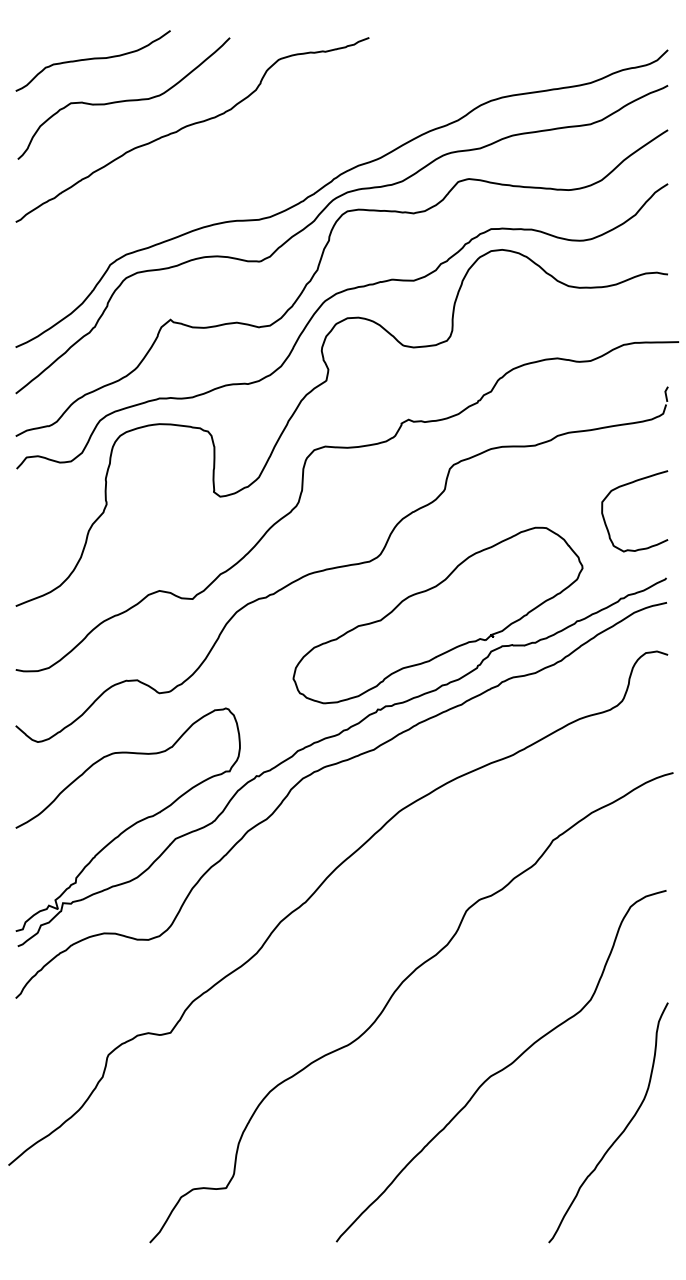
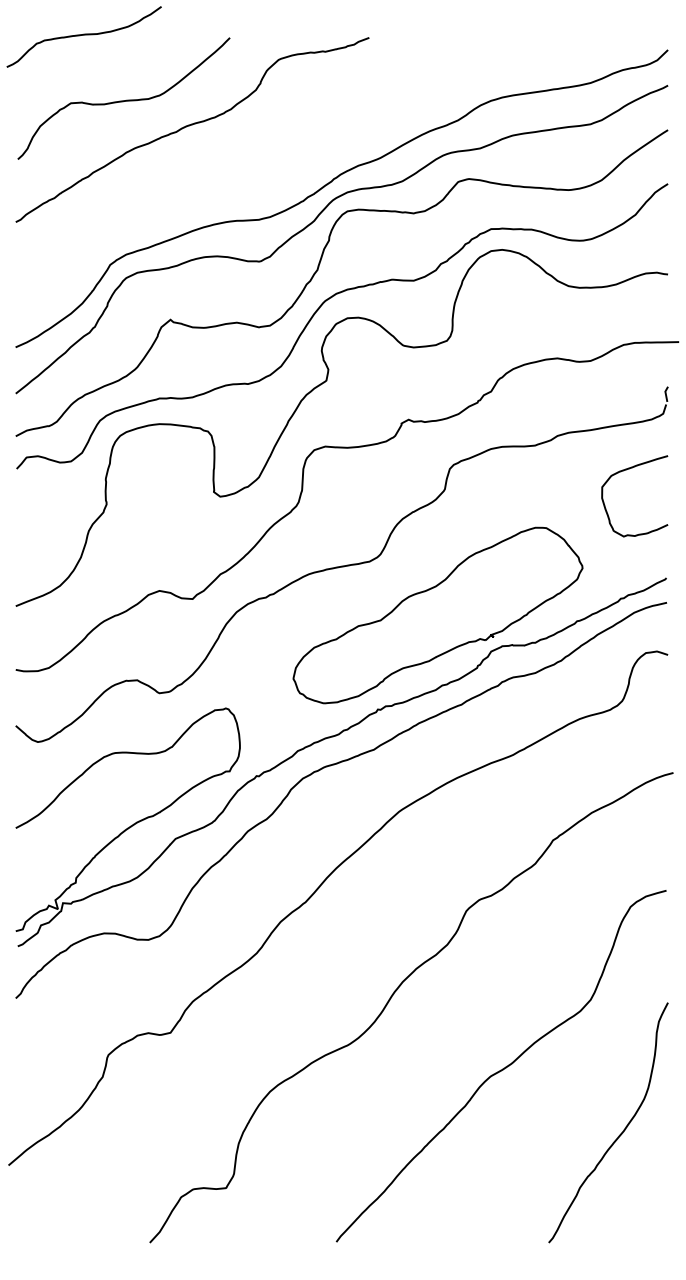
curve at (92, 59) position: (92, 59) -> (83, 35)
curve at (626, 485) position: (626, 485) -> (626, 470)
